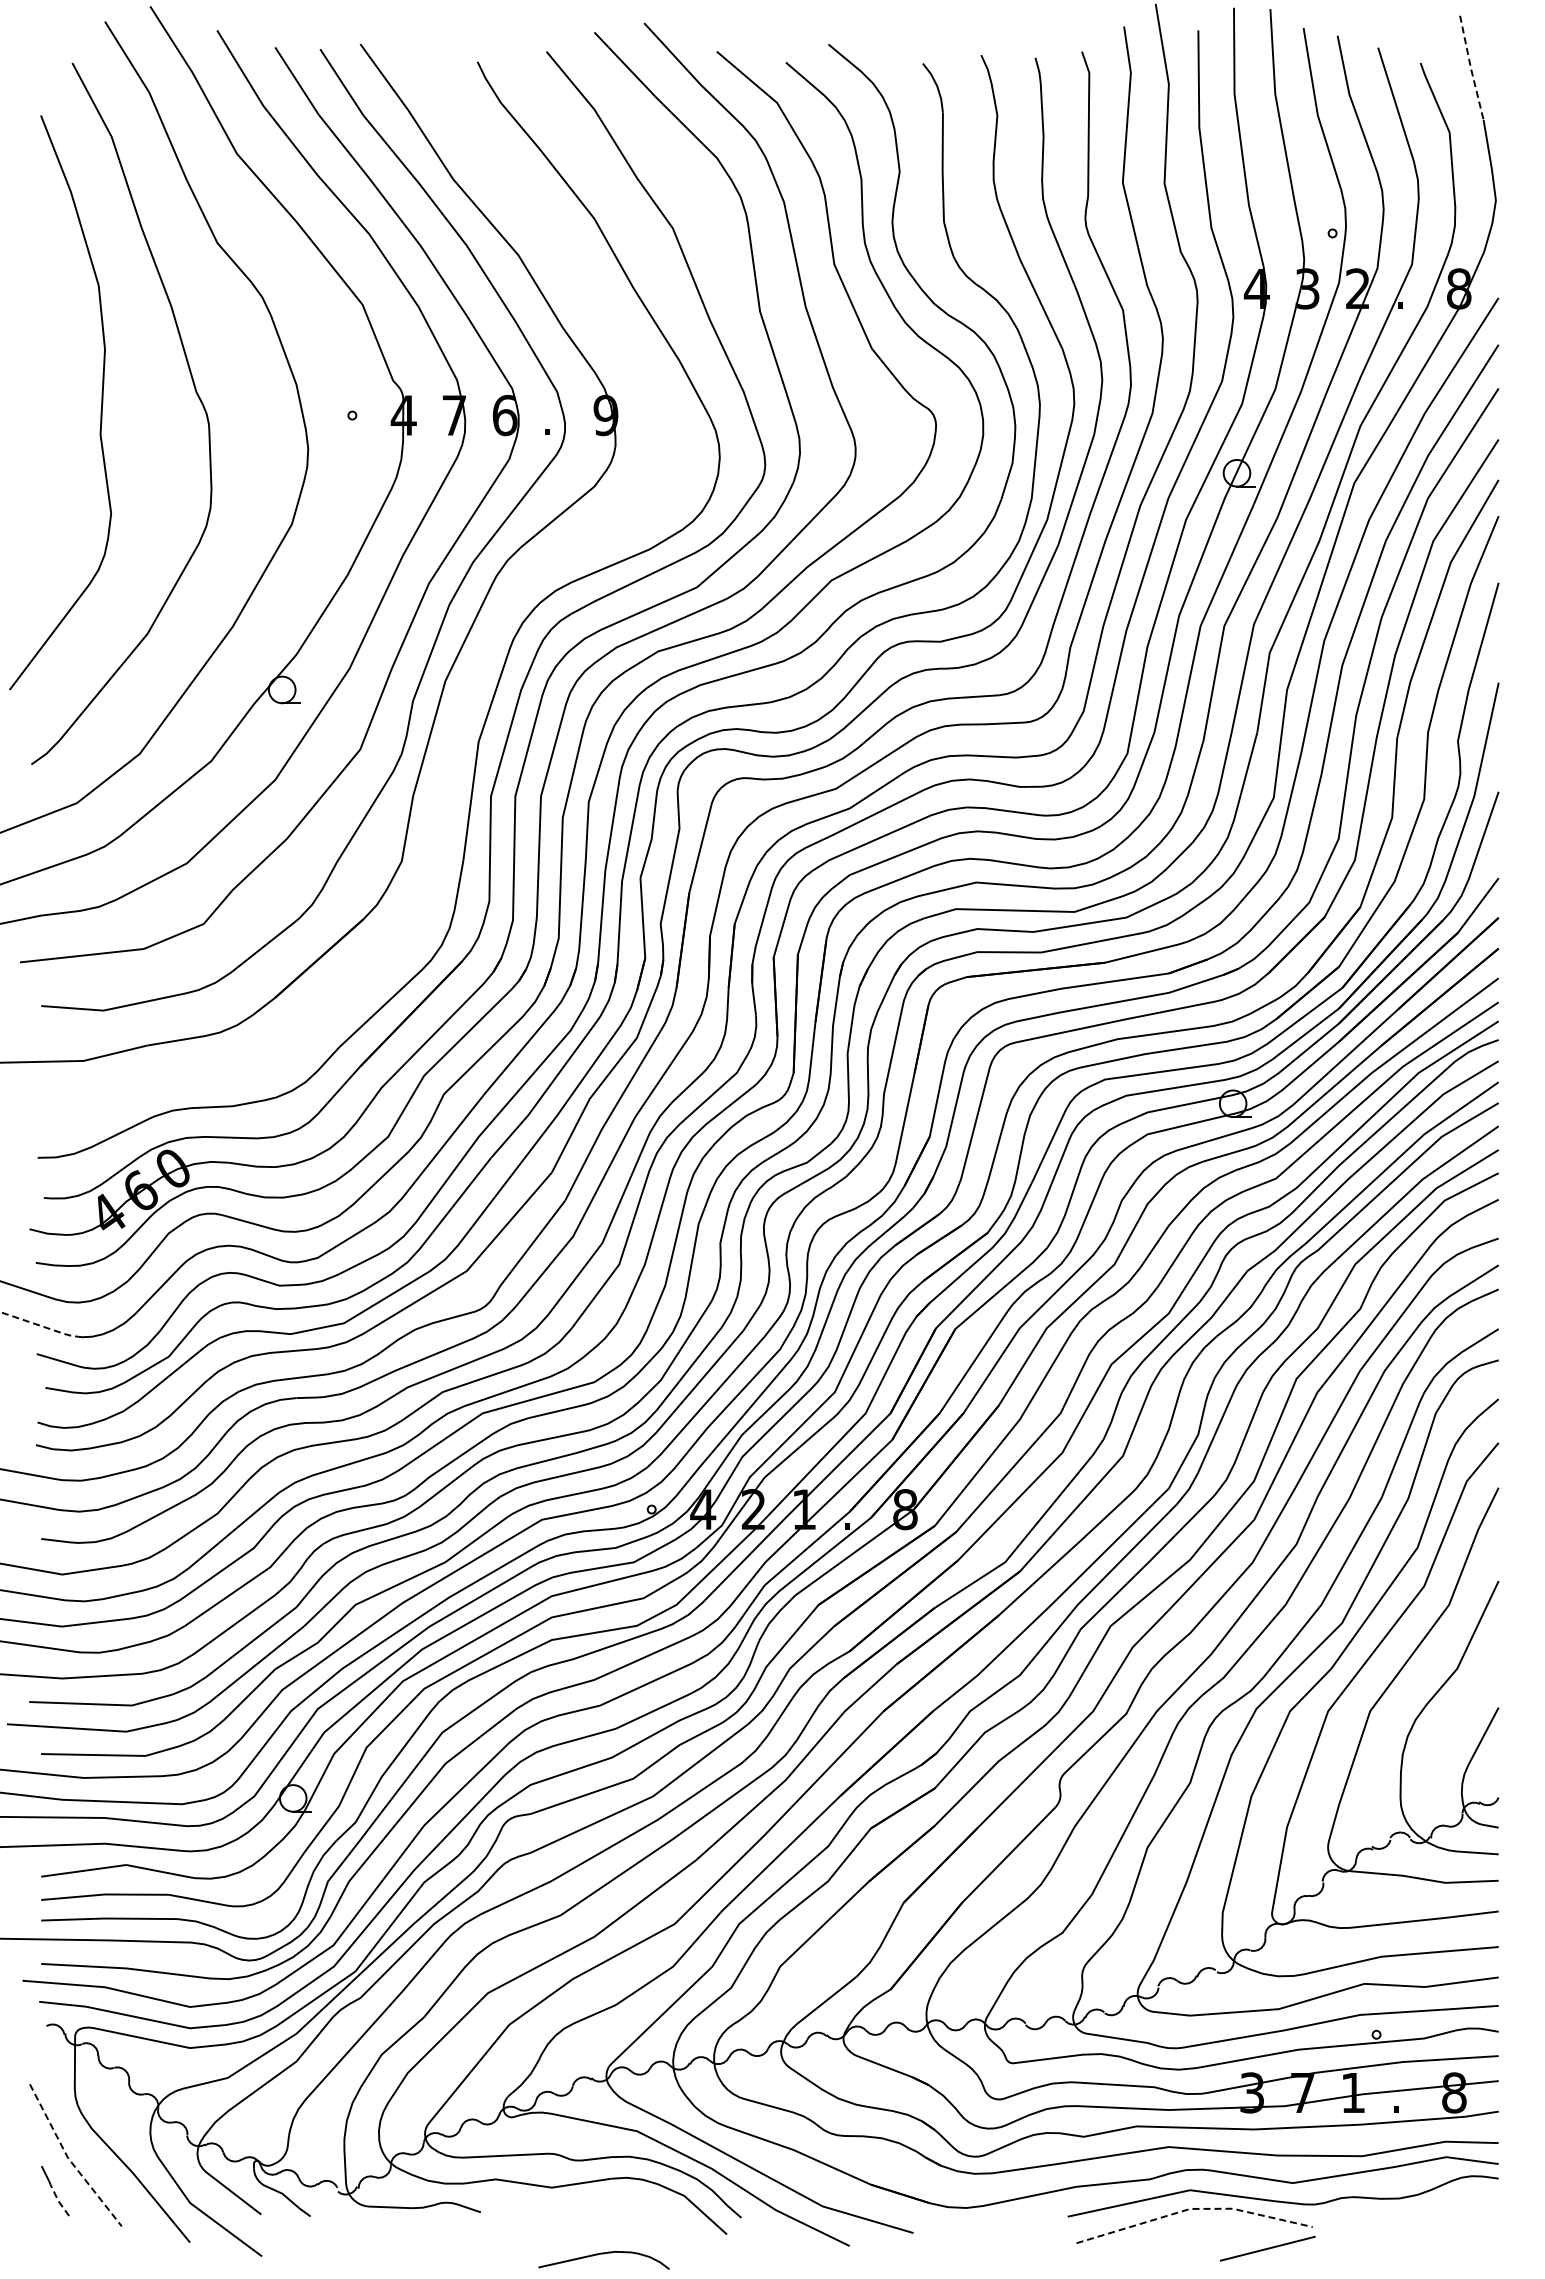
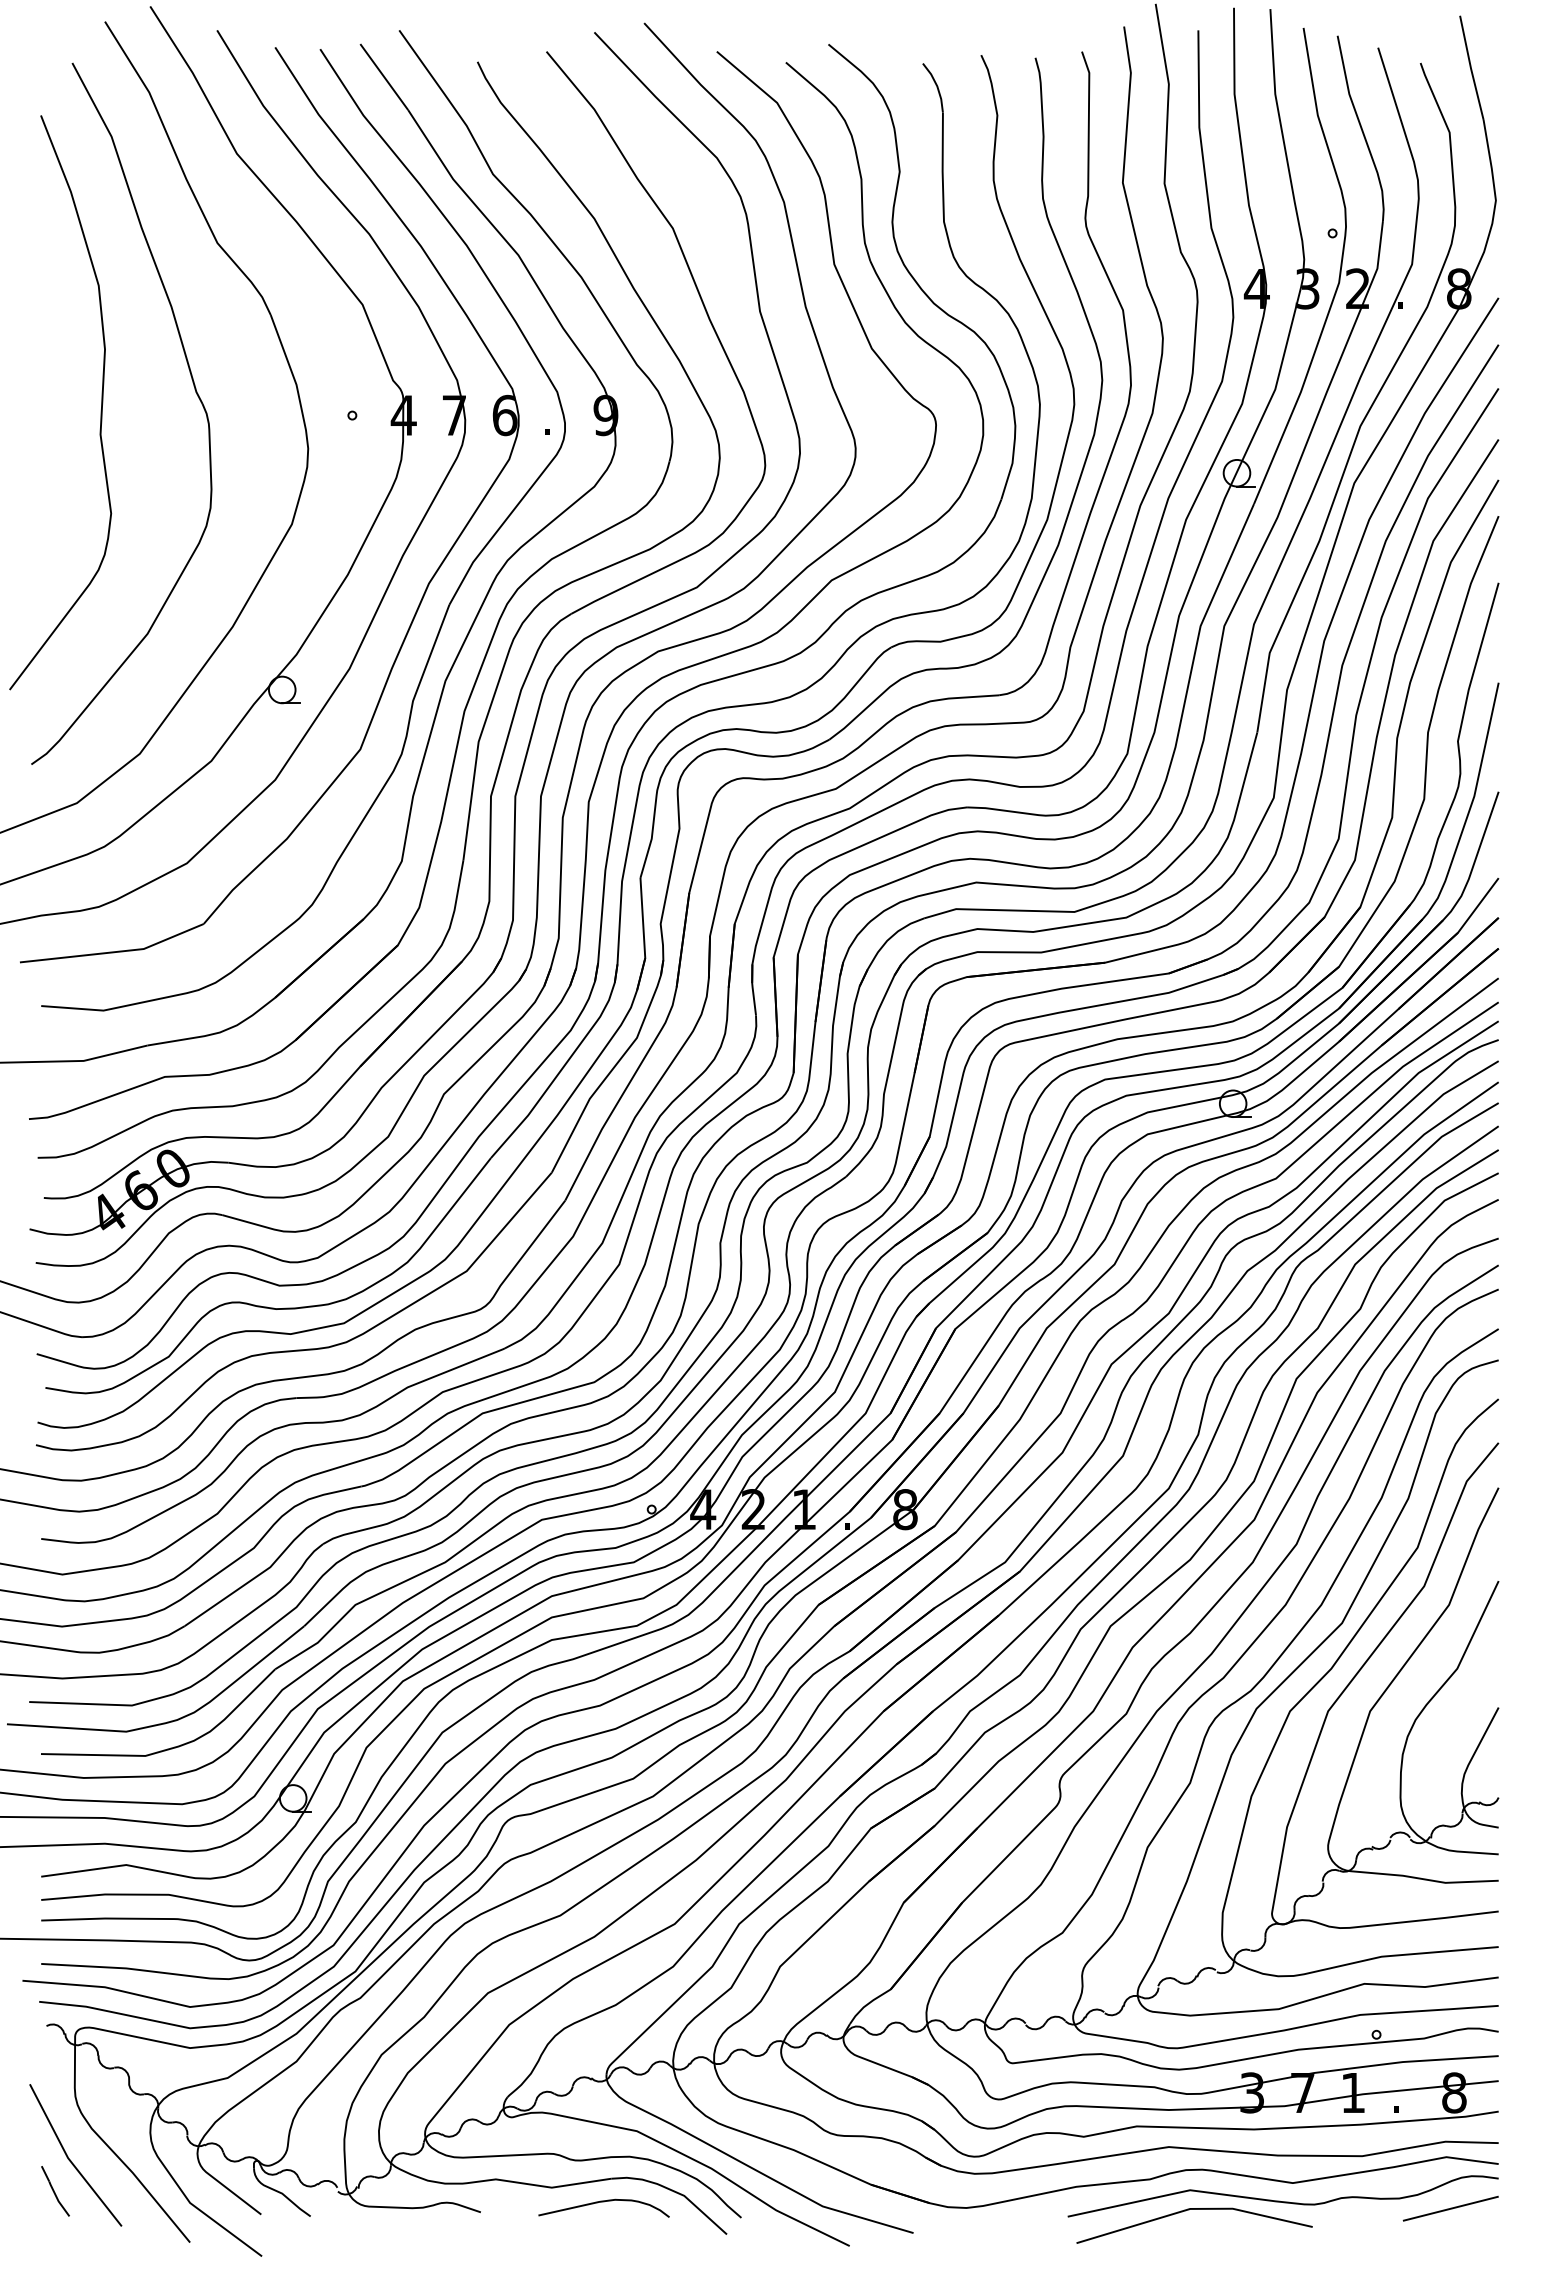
line at (1471, 68): dashed -> solid
part at (494, 629): none -> present
line at (42, 1326): dashed -> solid
line at (68, 2158): dashed -> solid
line at (57, 2199): dashed -> solid
line at (1194, 2208): dashed -> solid
line at (1267, 2248) position: (1267, 2248) -> (1450, 2208)
curve at (603, 2254) position: (603, 2254) -> (603, 2202)
